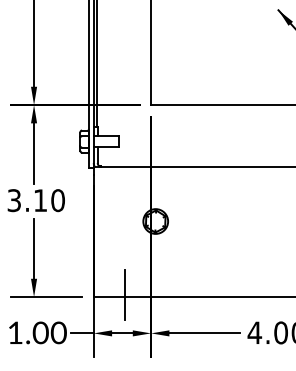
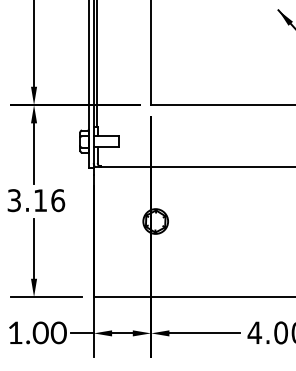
text at (58, 200): 3.10 -> 3.16
line at (124, 294): present -> none
